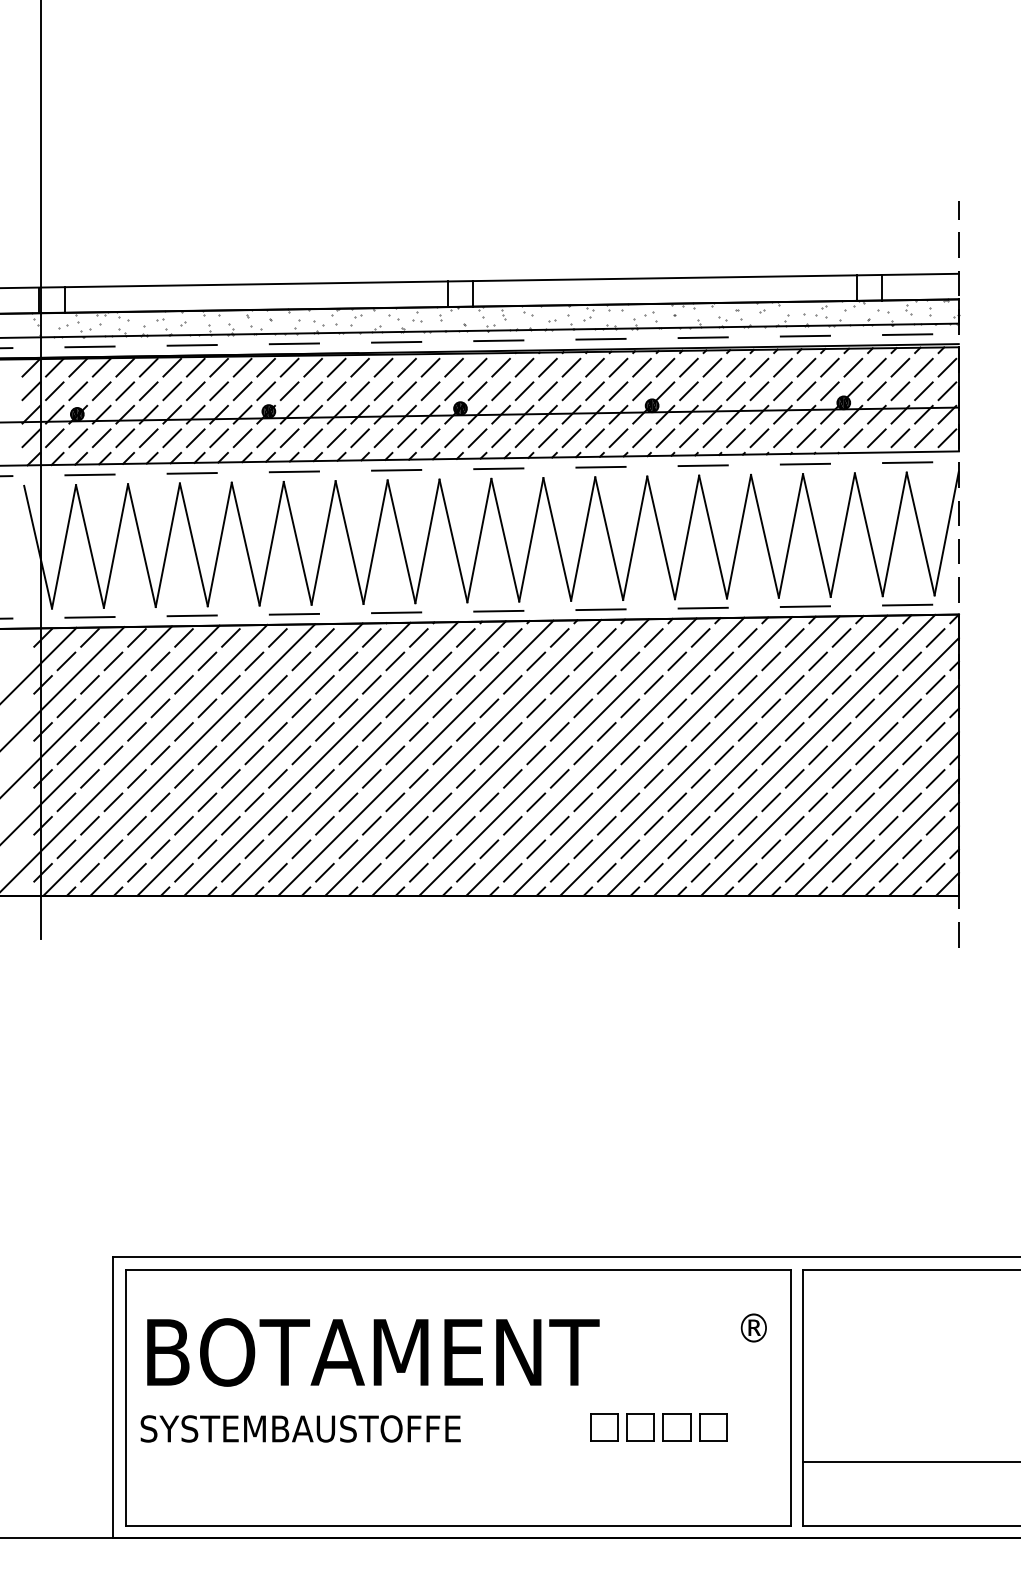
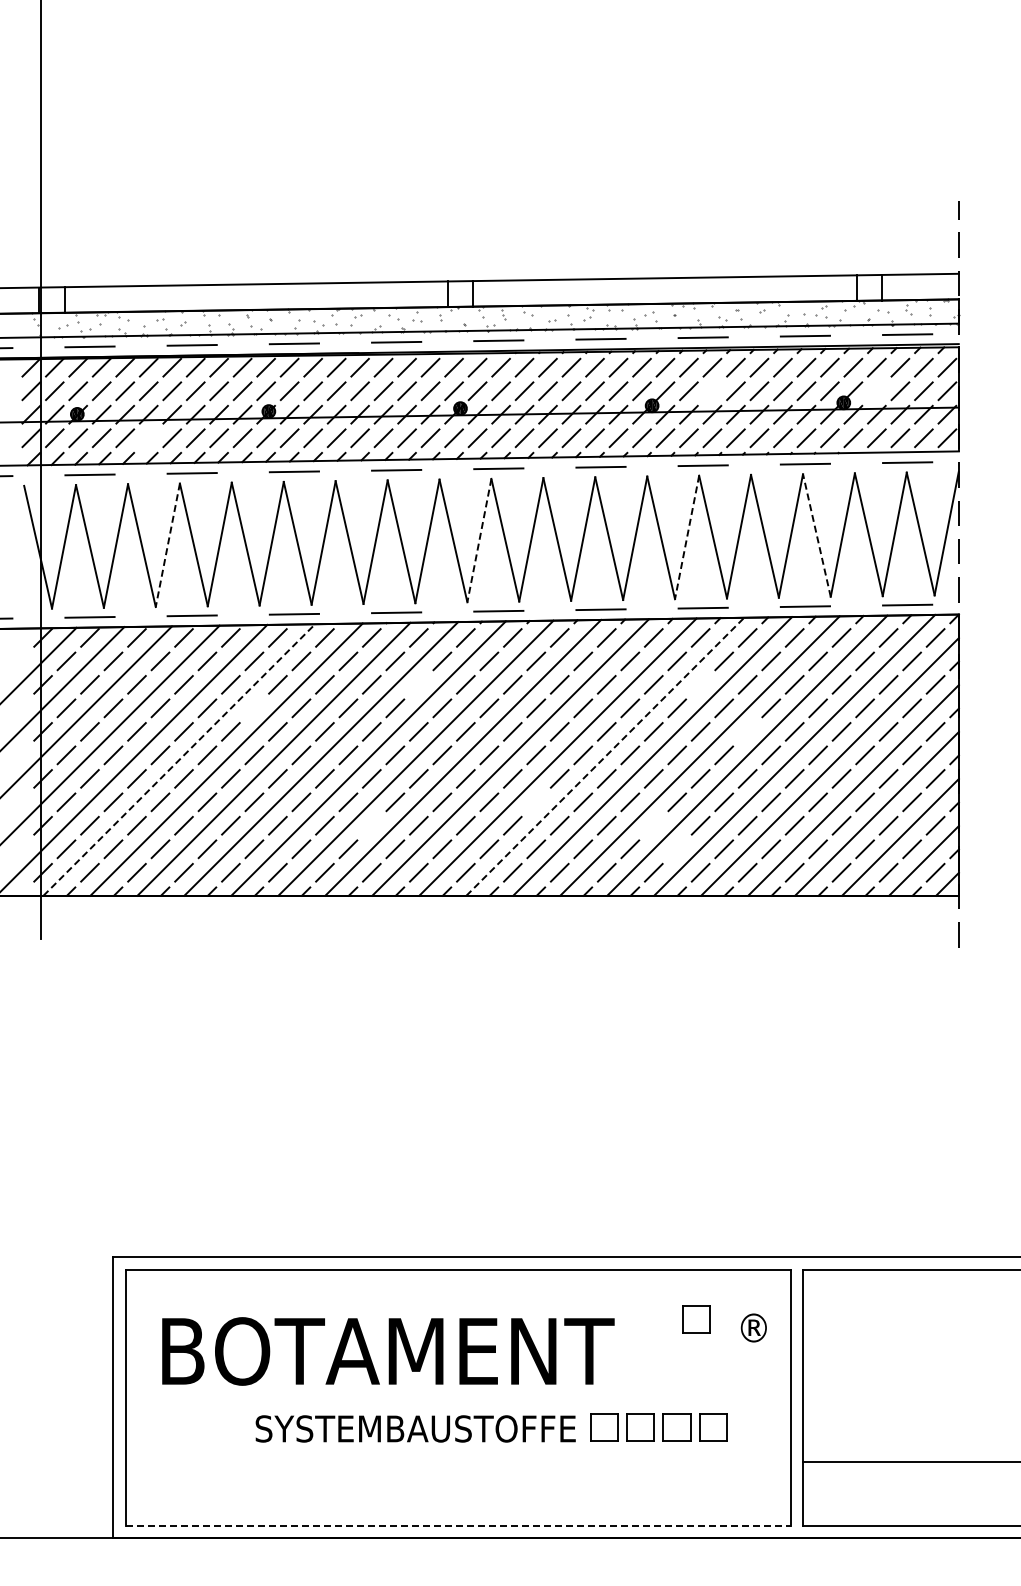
line at (712, 391): present -> none
line at (876, 391): present -> none
line at (148, 438): present -> none
line at (816, 535): solid -> dashed
line at (687, 537): solid -> dashed
line at (479, 540): solid -> dashed
line at (167, 545): solid -> dashed
line at (418, 684): present -> none
line at (700, 684): present -> none
line at (254, 708): present -> none
line at (747, 731): present -> none
line at (605, 756): solid -> dashed
line at (179, 759): solid -> dashed
line at (536, 802): present -> none
line at (371, 825): present -> none
line at (653, 825): present -> none
line at (677, 849): present -> none
part at (696, 1319): none -> present
text at (373, 1352) position: (373, 1352) -> (388, 1351)
text at (300, 1428) position: (300, 1428) -> (415, 1428)
line at (458, 1525): solid -> dashed
